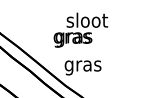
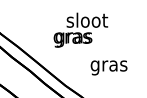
text at (82, 67) position: (82, 67) -> (108, 67)
